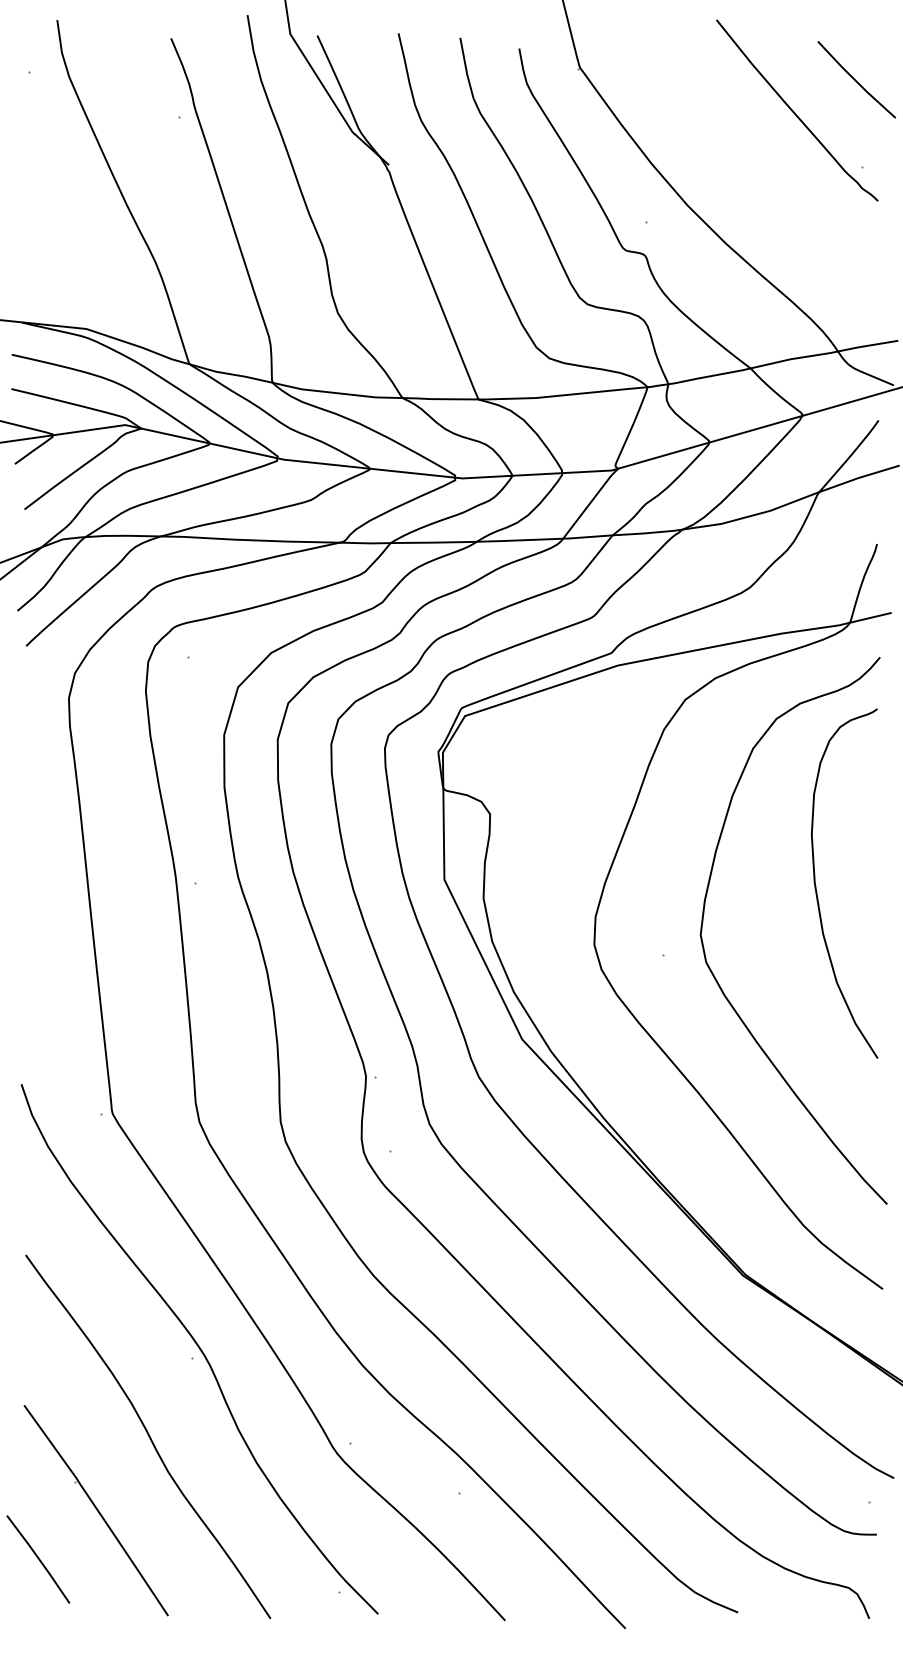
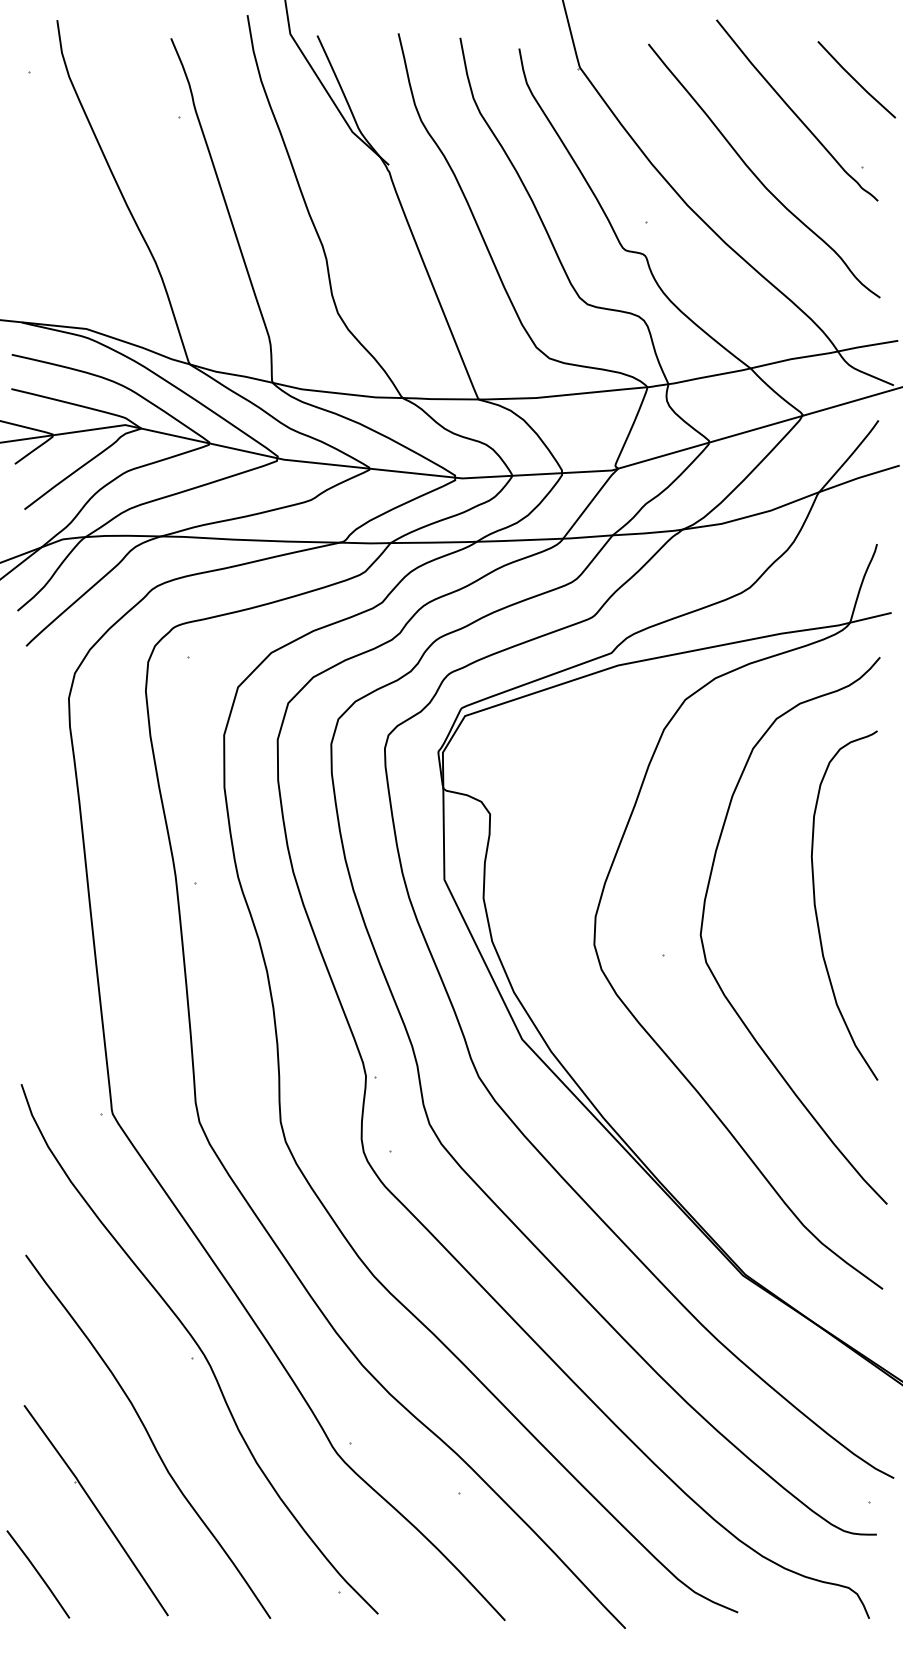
curve at (757, 176): none -> present
curve at (816, 885) position: (816, 885) -> (816, 907)
line at (38, 1559) position: (38, 1559) -> (38, 1574)
